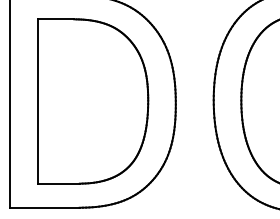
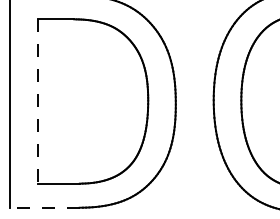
line at (37, 101): solid -> dashed
line at (45, 207): solid -> dashed
